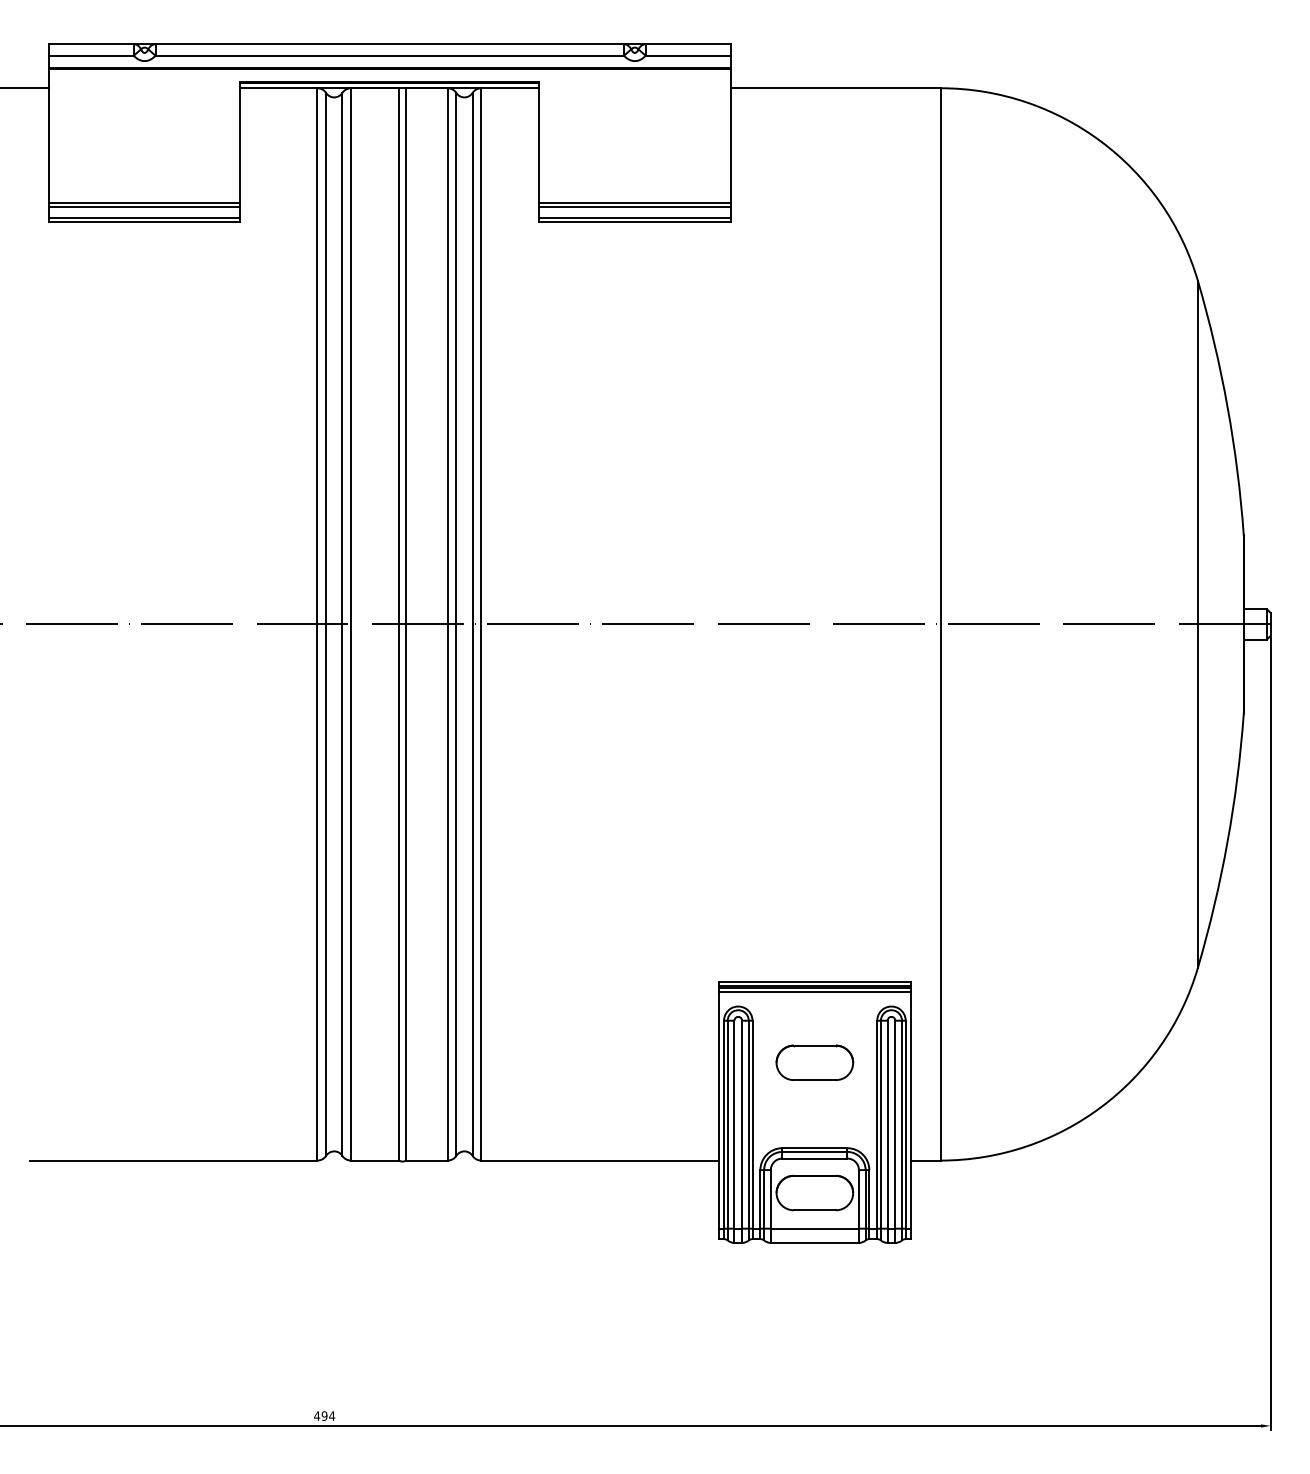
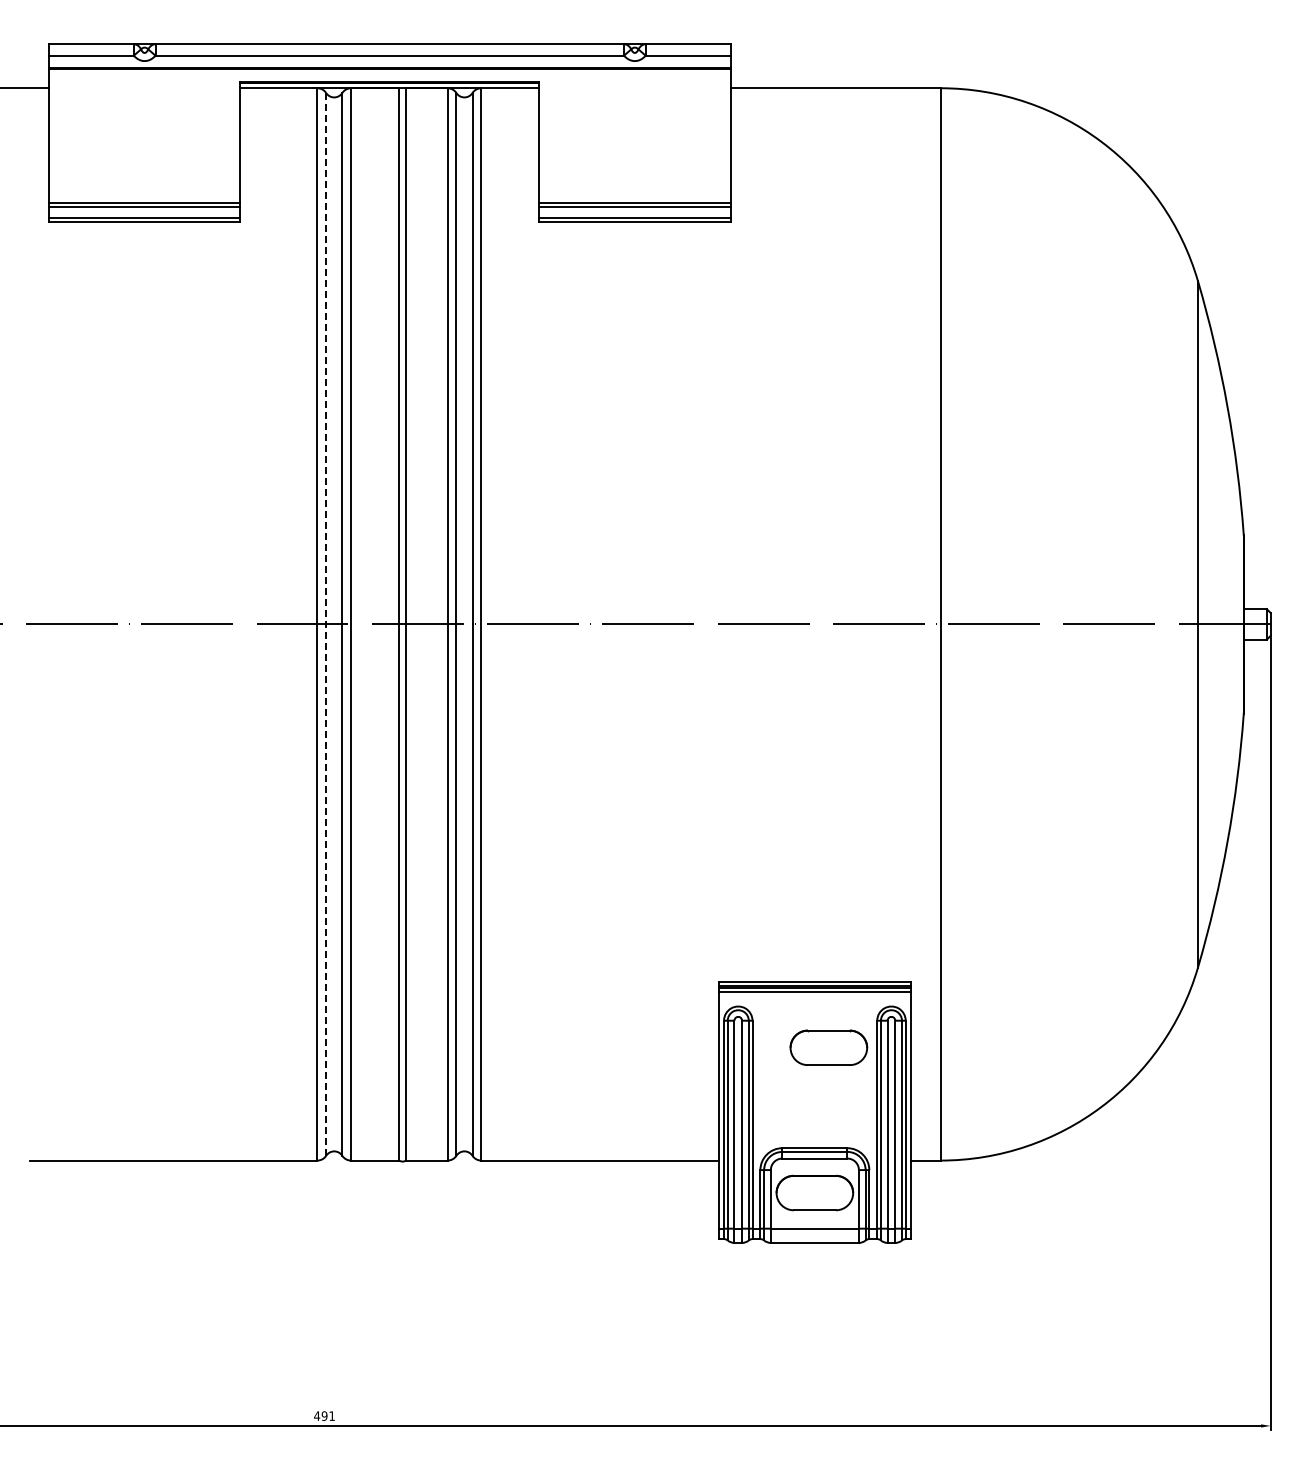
line at (326, 624): solid -> dashed
part at (814, 1062) position: (814, 1062) -> (828, 1047)
text at (332, 1415): 494 -> 491
